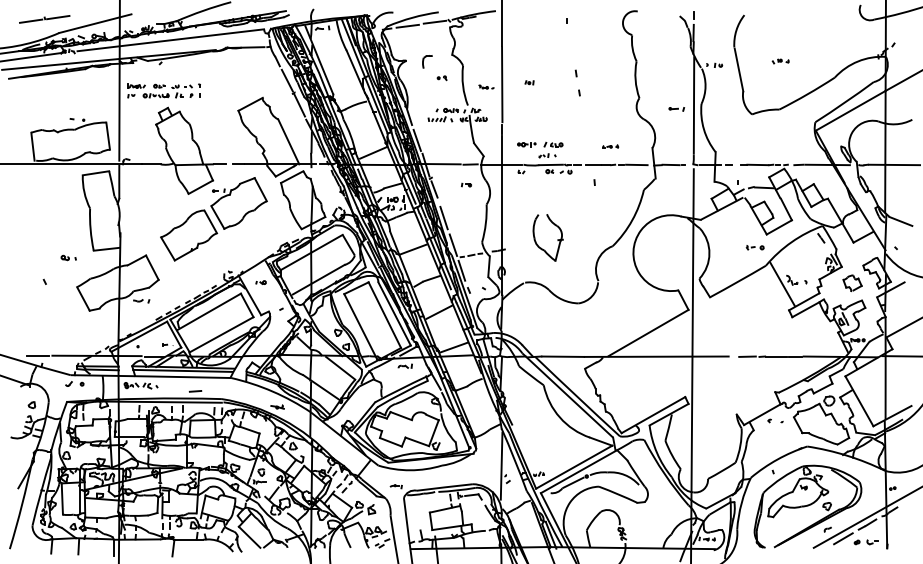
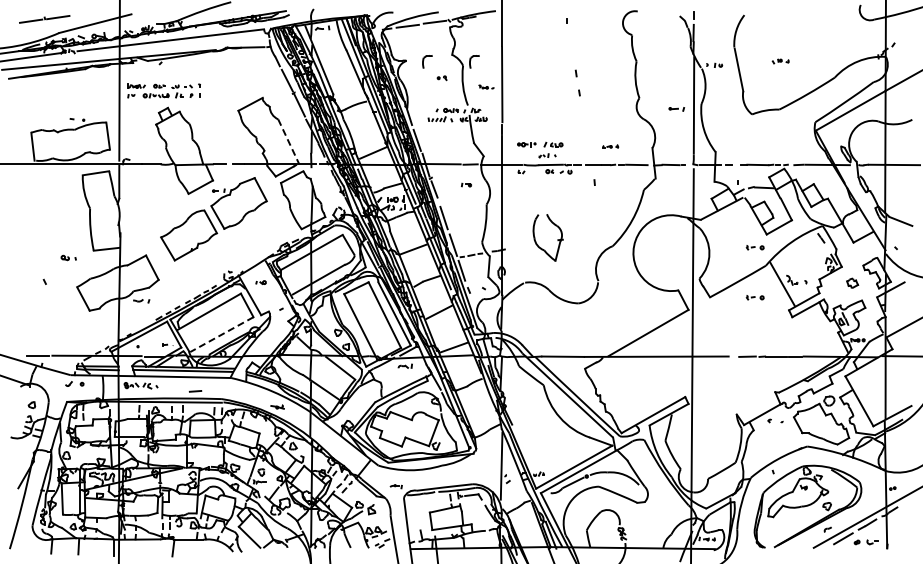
part at (474, 61): none -> present
part at (529, 82): present -> none
line at (288, 141): solid -> dashed
part at (852, 283) size: 21x19 px -> 14x12 px
part at (754, 297): none -> present
line at (221, 334): solid -> dashed
